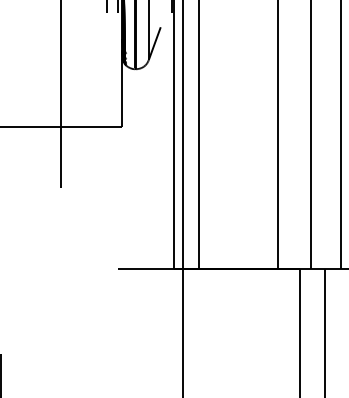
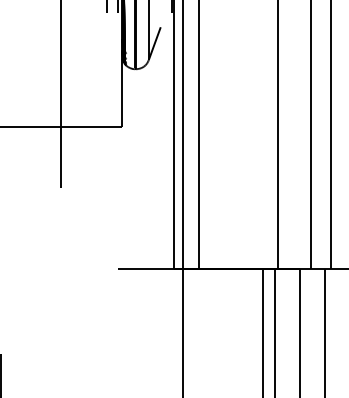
line at (341, 135) position: (341, 135) -> (331, 135)
line at (262, 331): none -> present
line at (274, 331): none -> present
